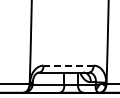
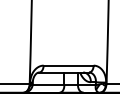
line at (68, 65): dashed -> solid
